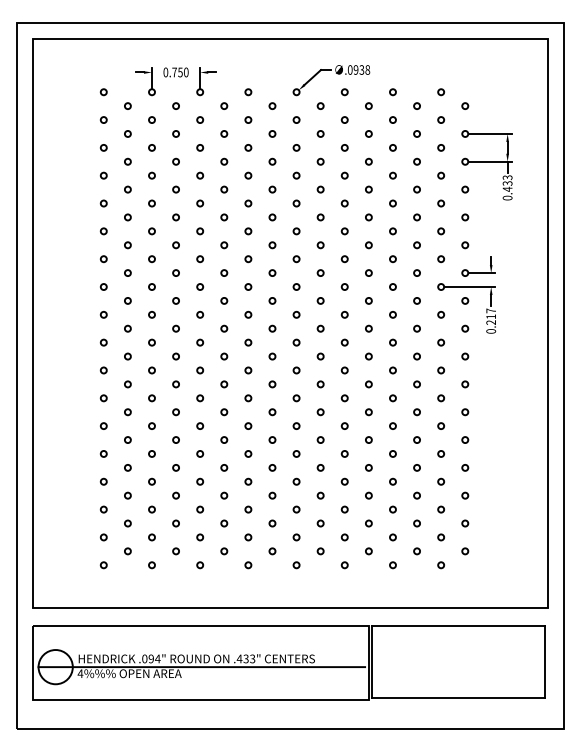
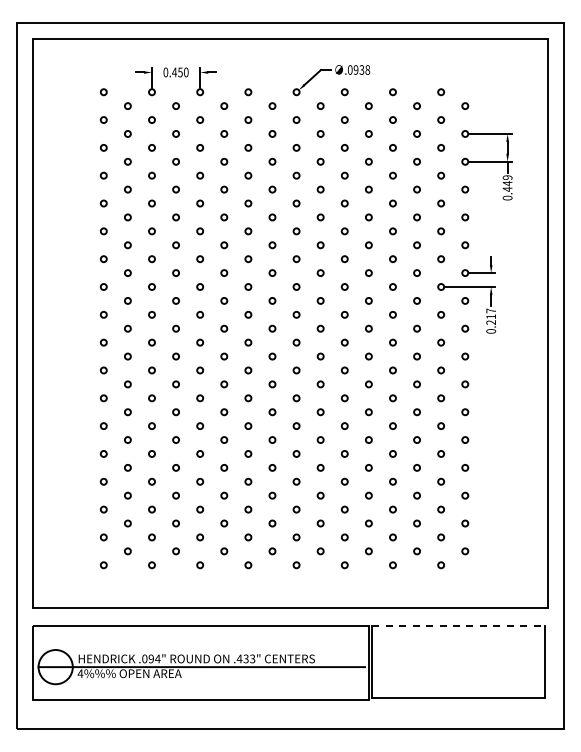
text at (174, 72): 0.750 -> 0.450
text at (507, 180): 0.433 -> 0.449
line at (459, 626): solid -> dashed
